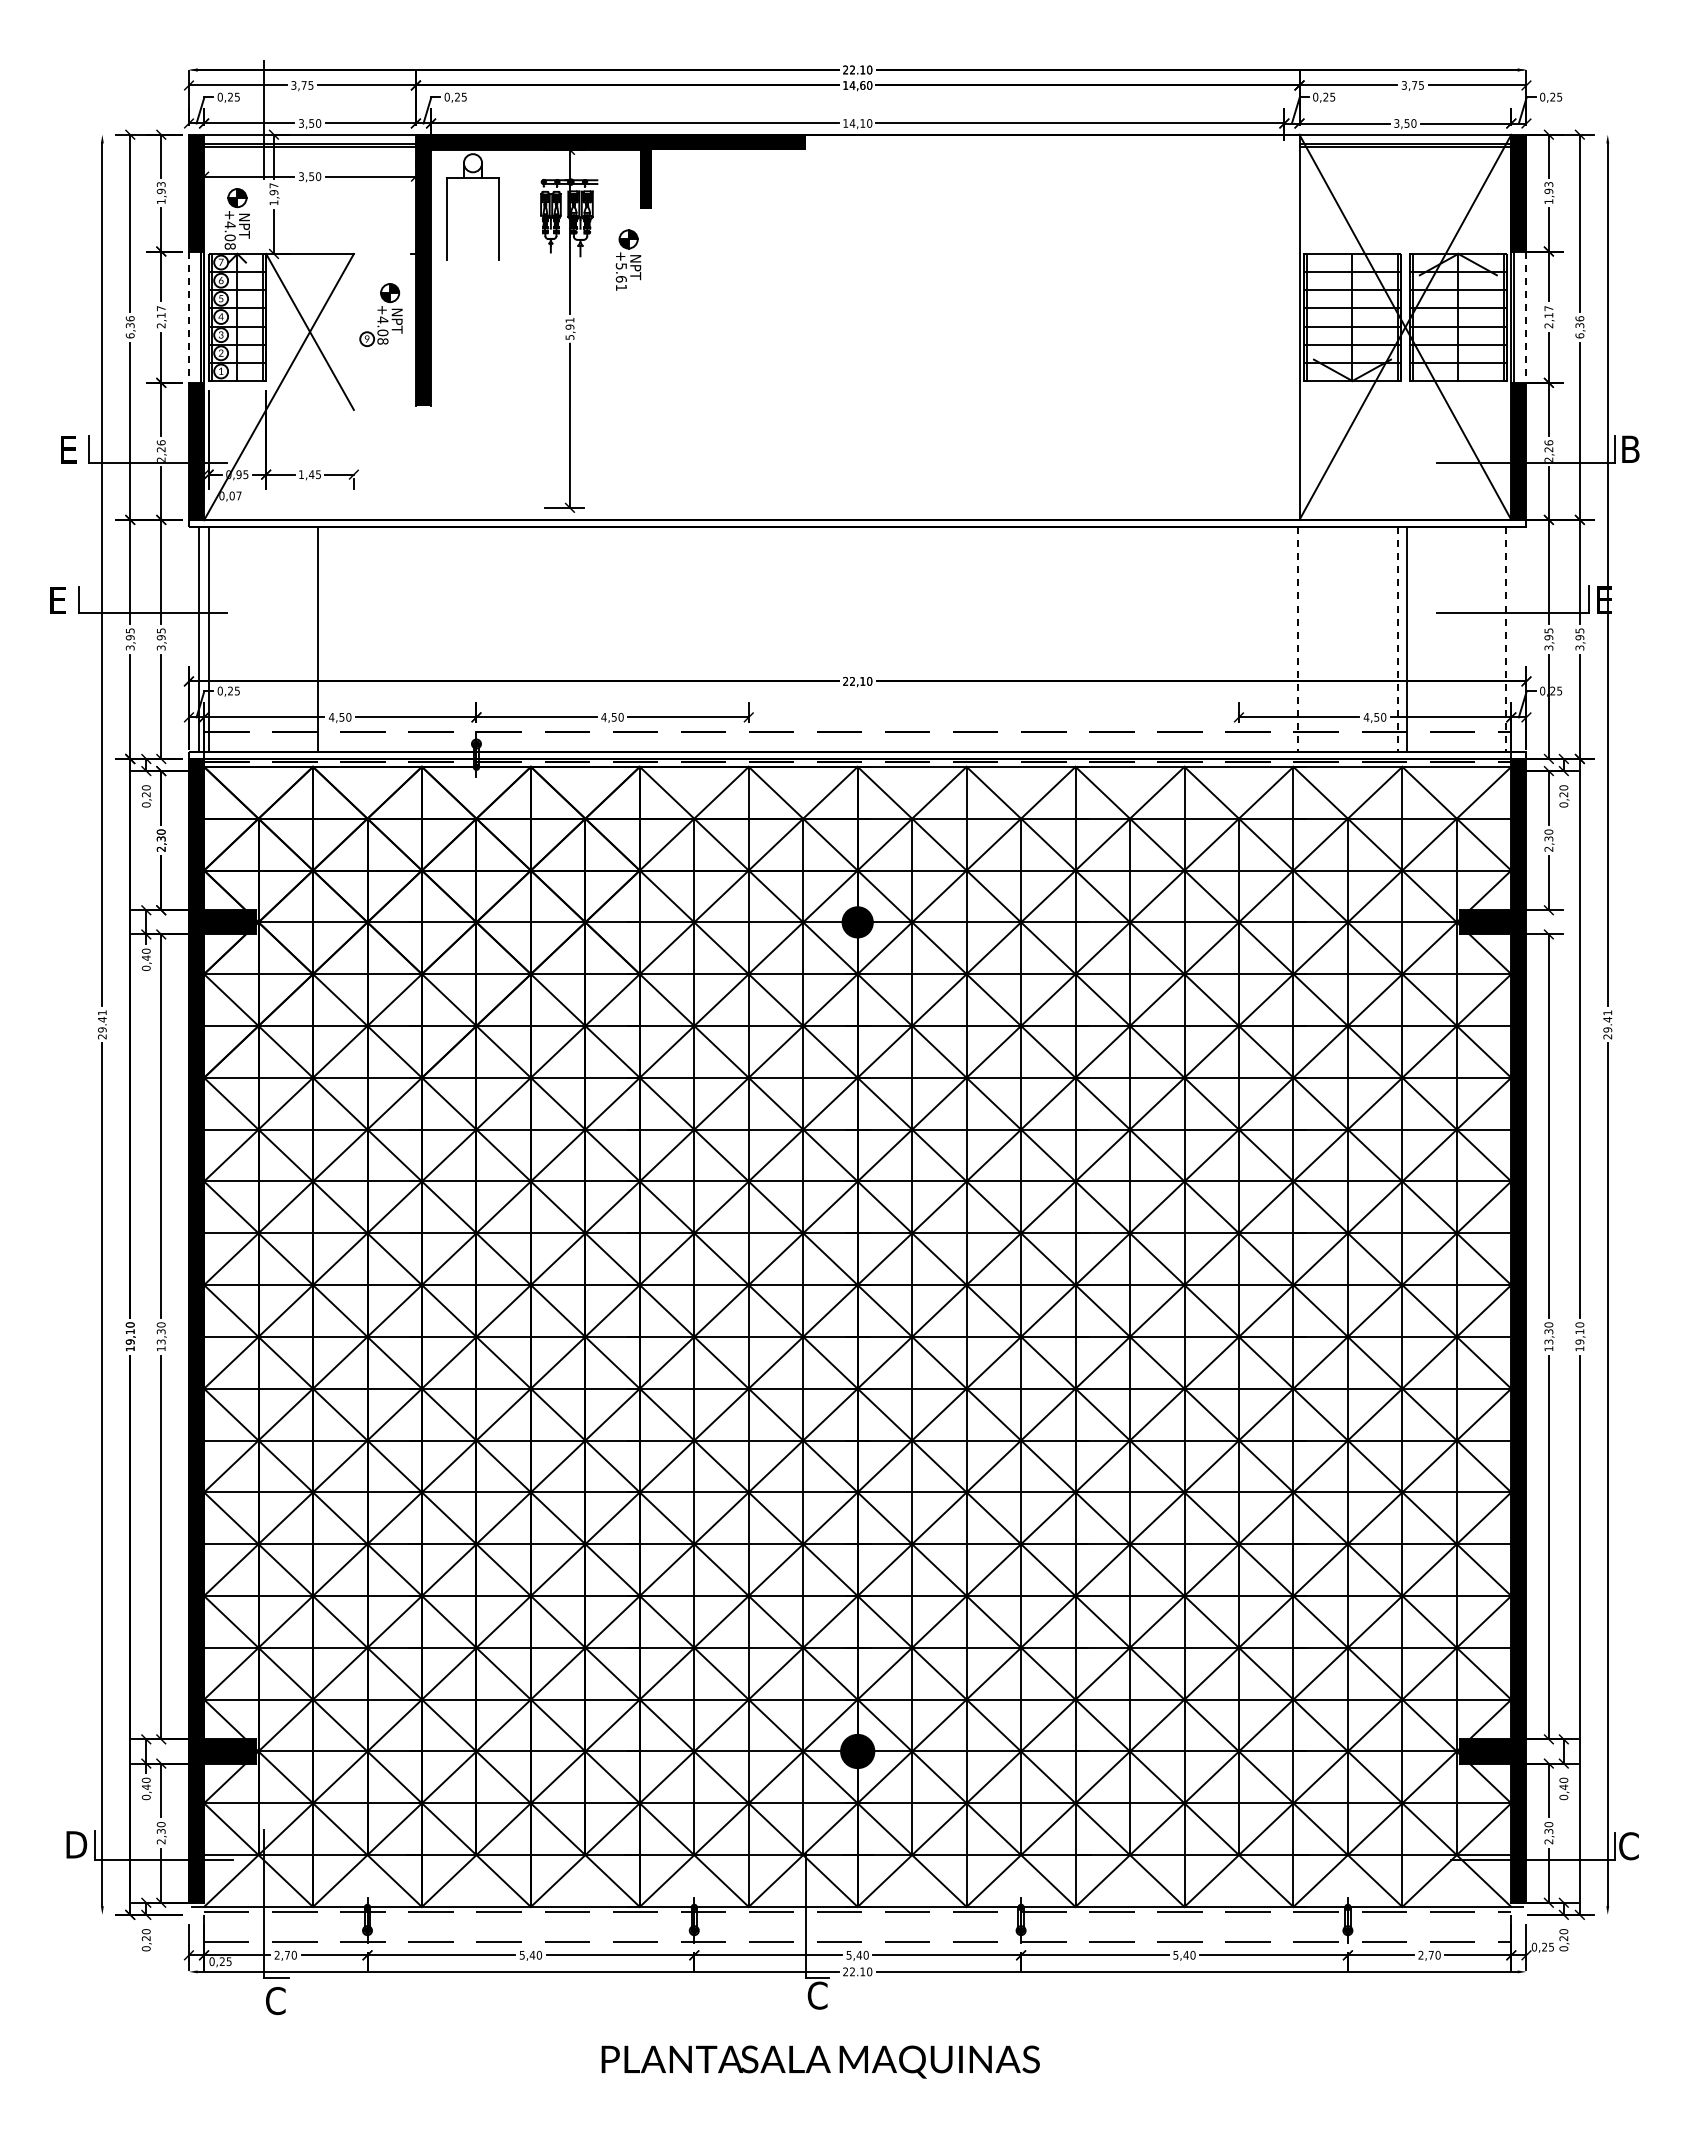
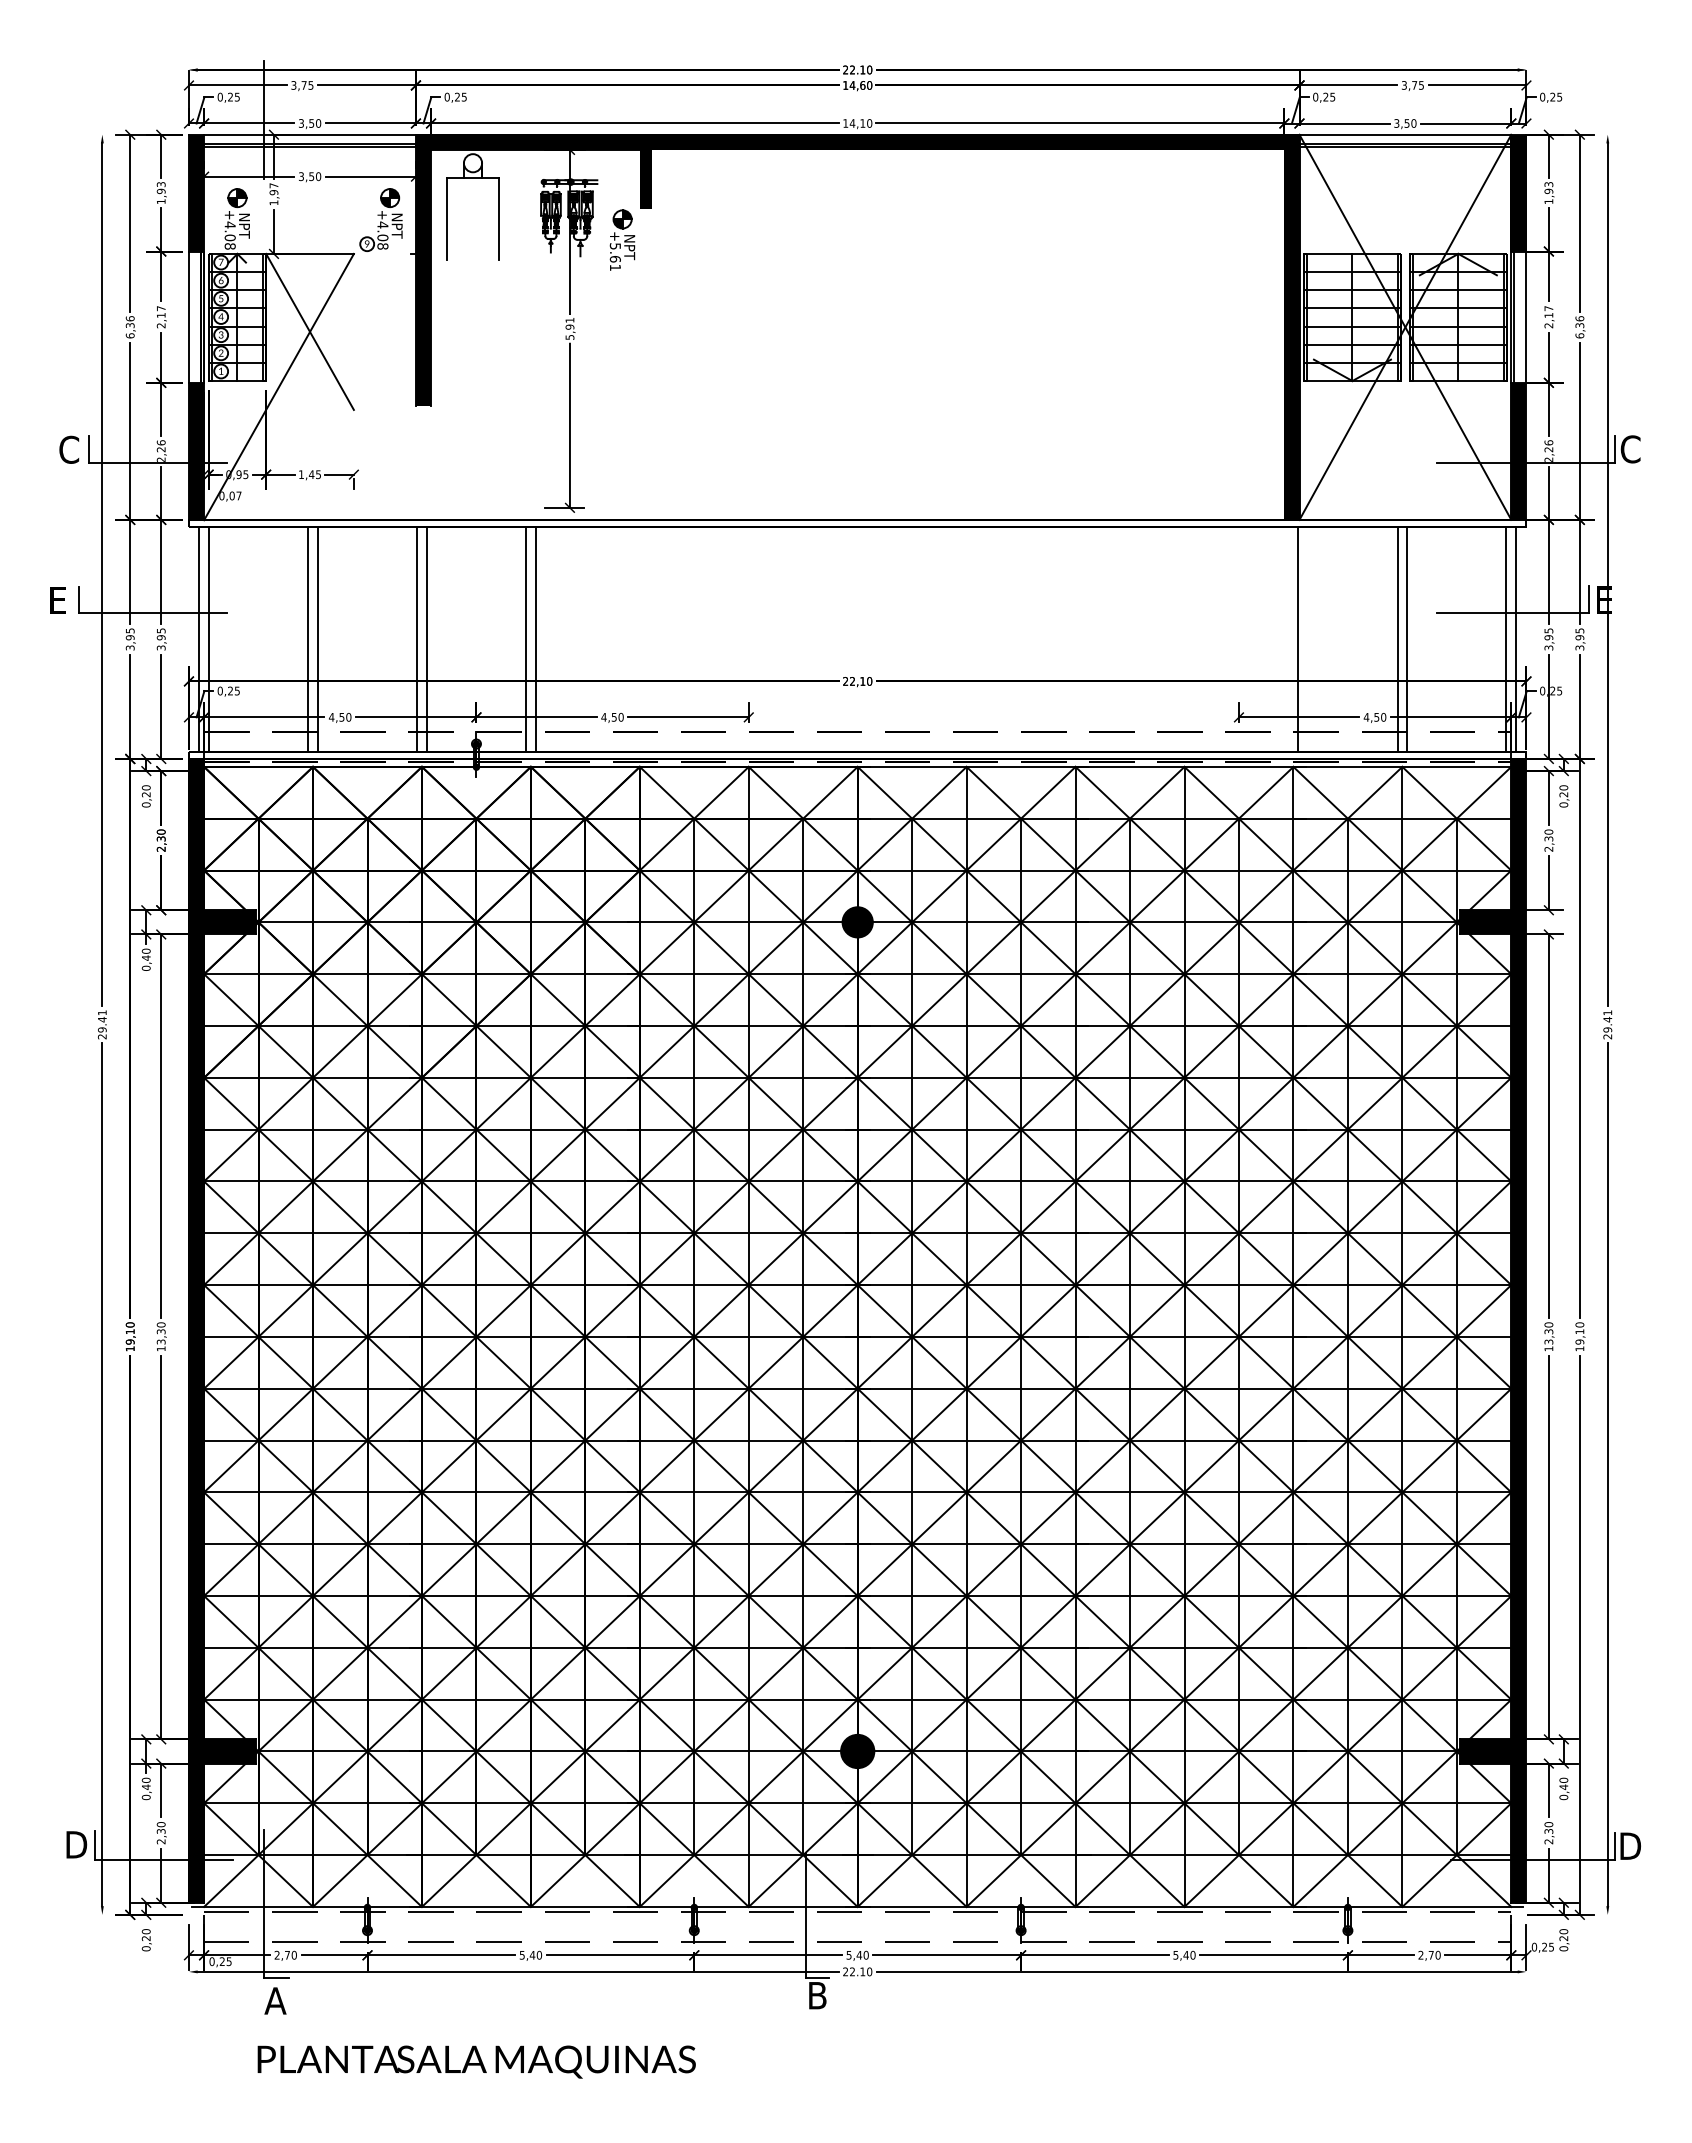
part at (628, 259) position: (628, 259) -> (622, 239)
part at (380, 314) position: (380, 314) -> (380, 219)
line at (189, 317): dashed -> solid
line at (1526, 317): dashed -> solid
fill at (1052, 326): none -> present
text at (69, 449): E -> C
text at (1630, 449): B -> C
line at (308, 639): none -> present
line at (417, 639): none -> present
line at (426, 639): none -> present
line at (526, 639): none -> present
line at (535, 639): none -> present
line at (1298, 639): dashed -> solid
line at (1397, 639): dashed -> solid
line at (1506, 639): dashed -> solid
line at (1516, 639): none -> present
text at (1630, 1846): C -> D
text at (817, 1995): C -> B
text at (275, 2001): C -> A
text at (820, 2061) position: (820, 2061) -> (476, 2061)
